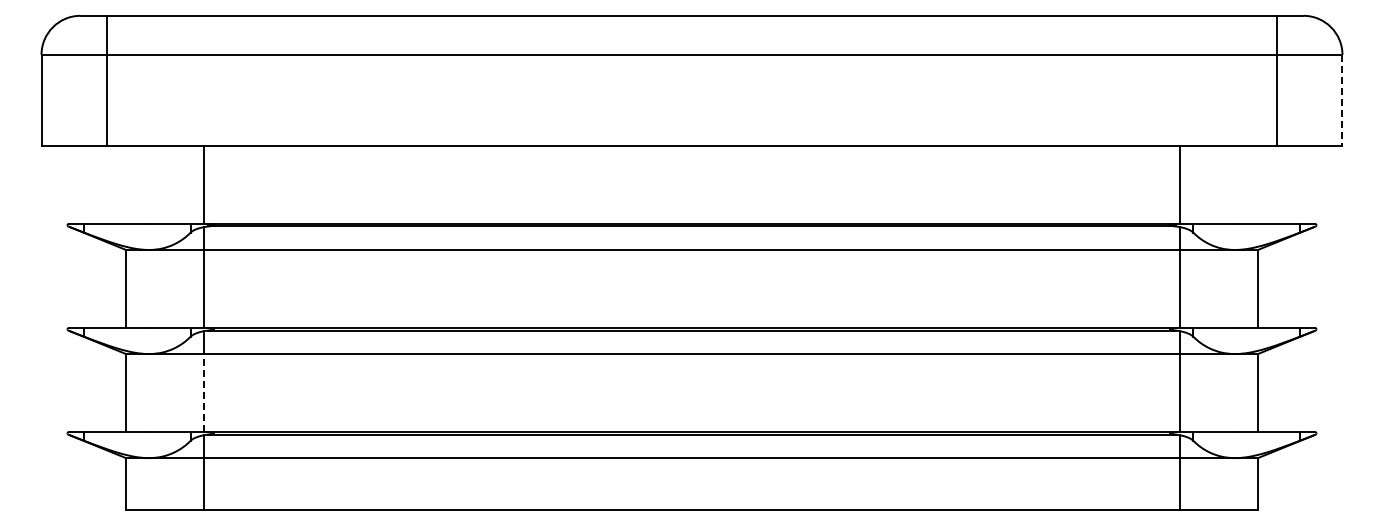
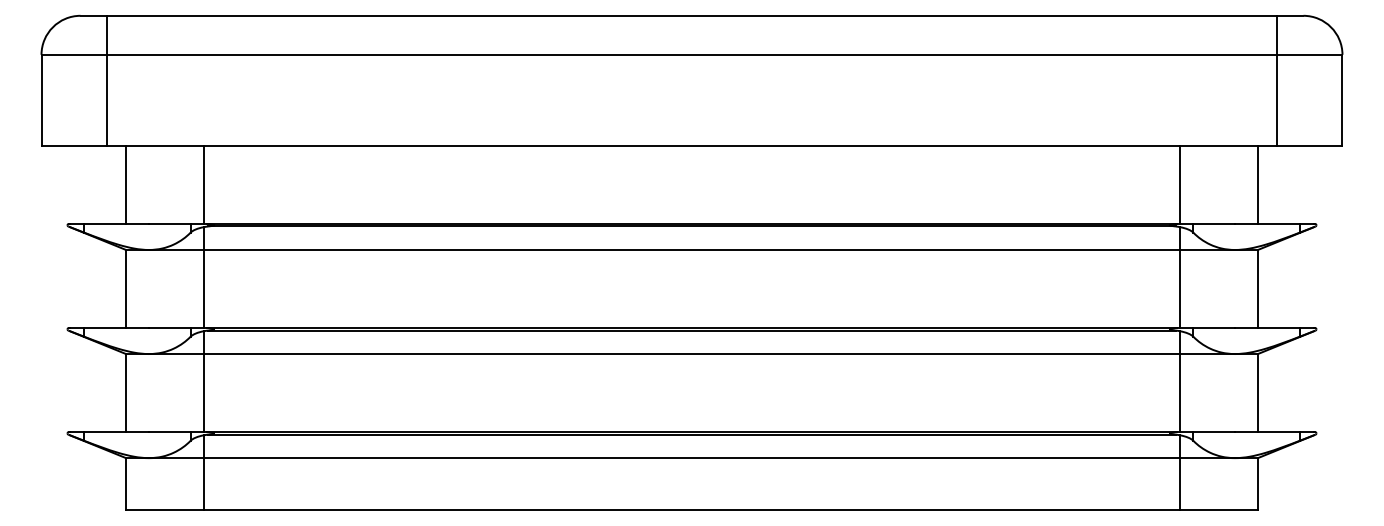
line at (1342, 100): dashed -> solid
line at (126, 184): none -> present
line at (1257, 184): none -> present
line at (204, 392): dashed -> solid
